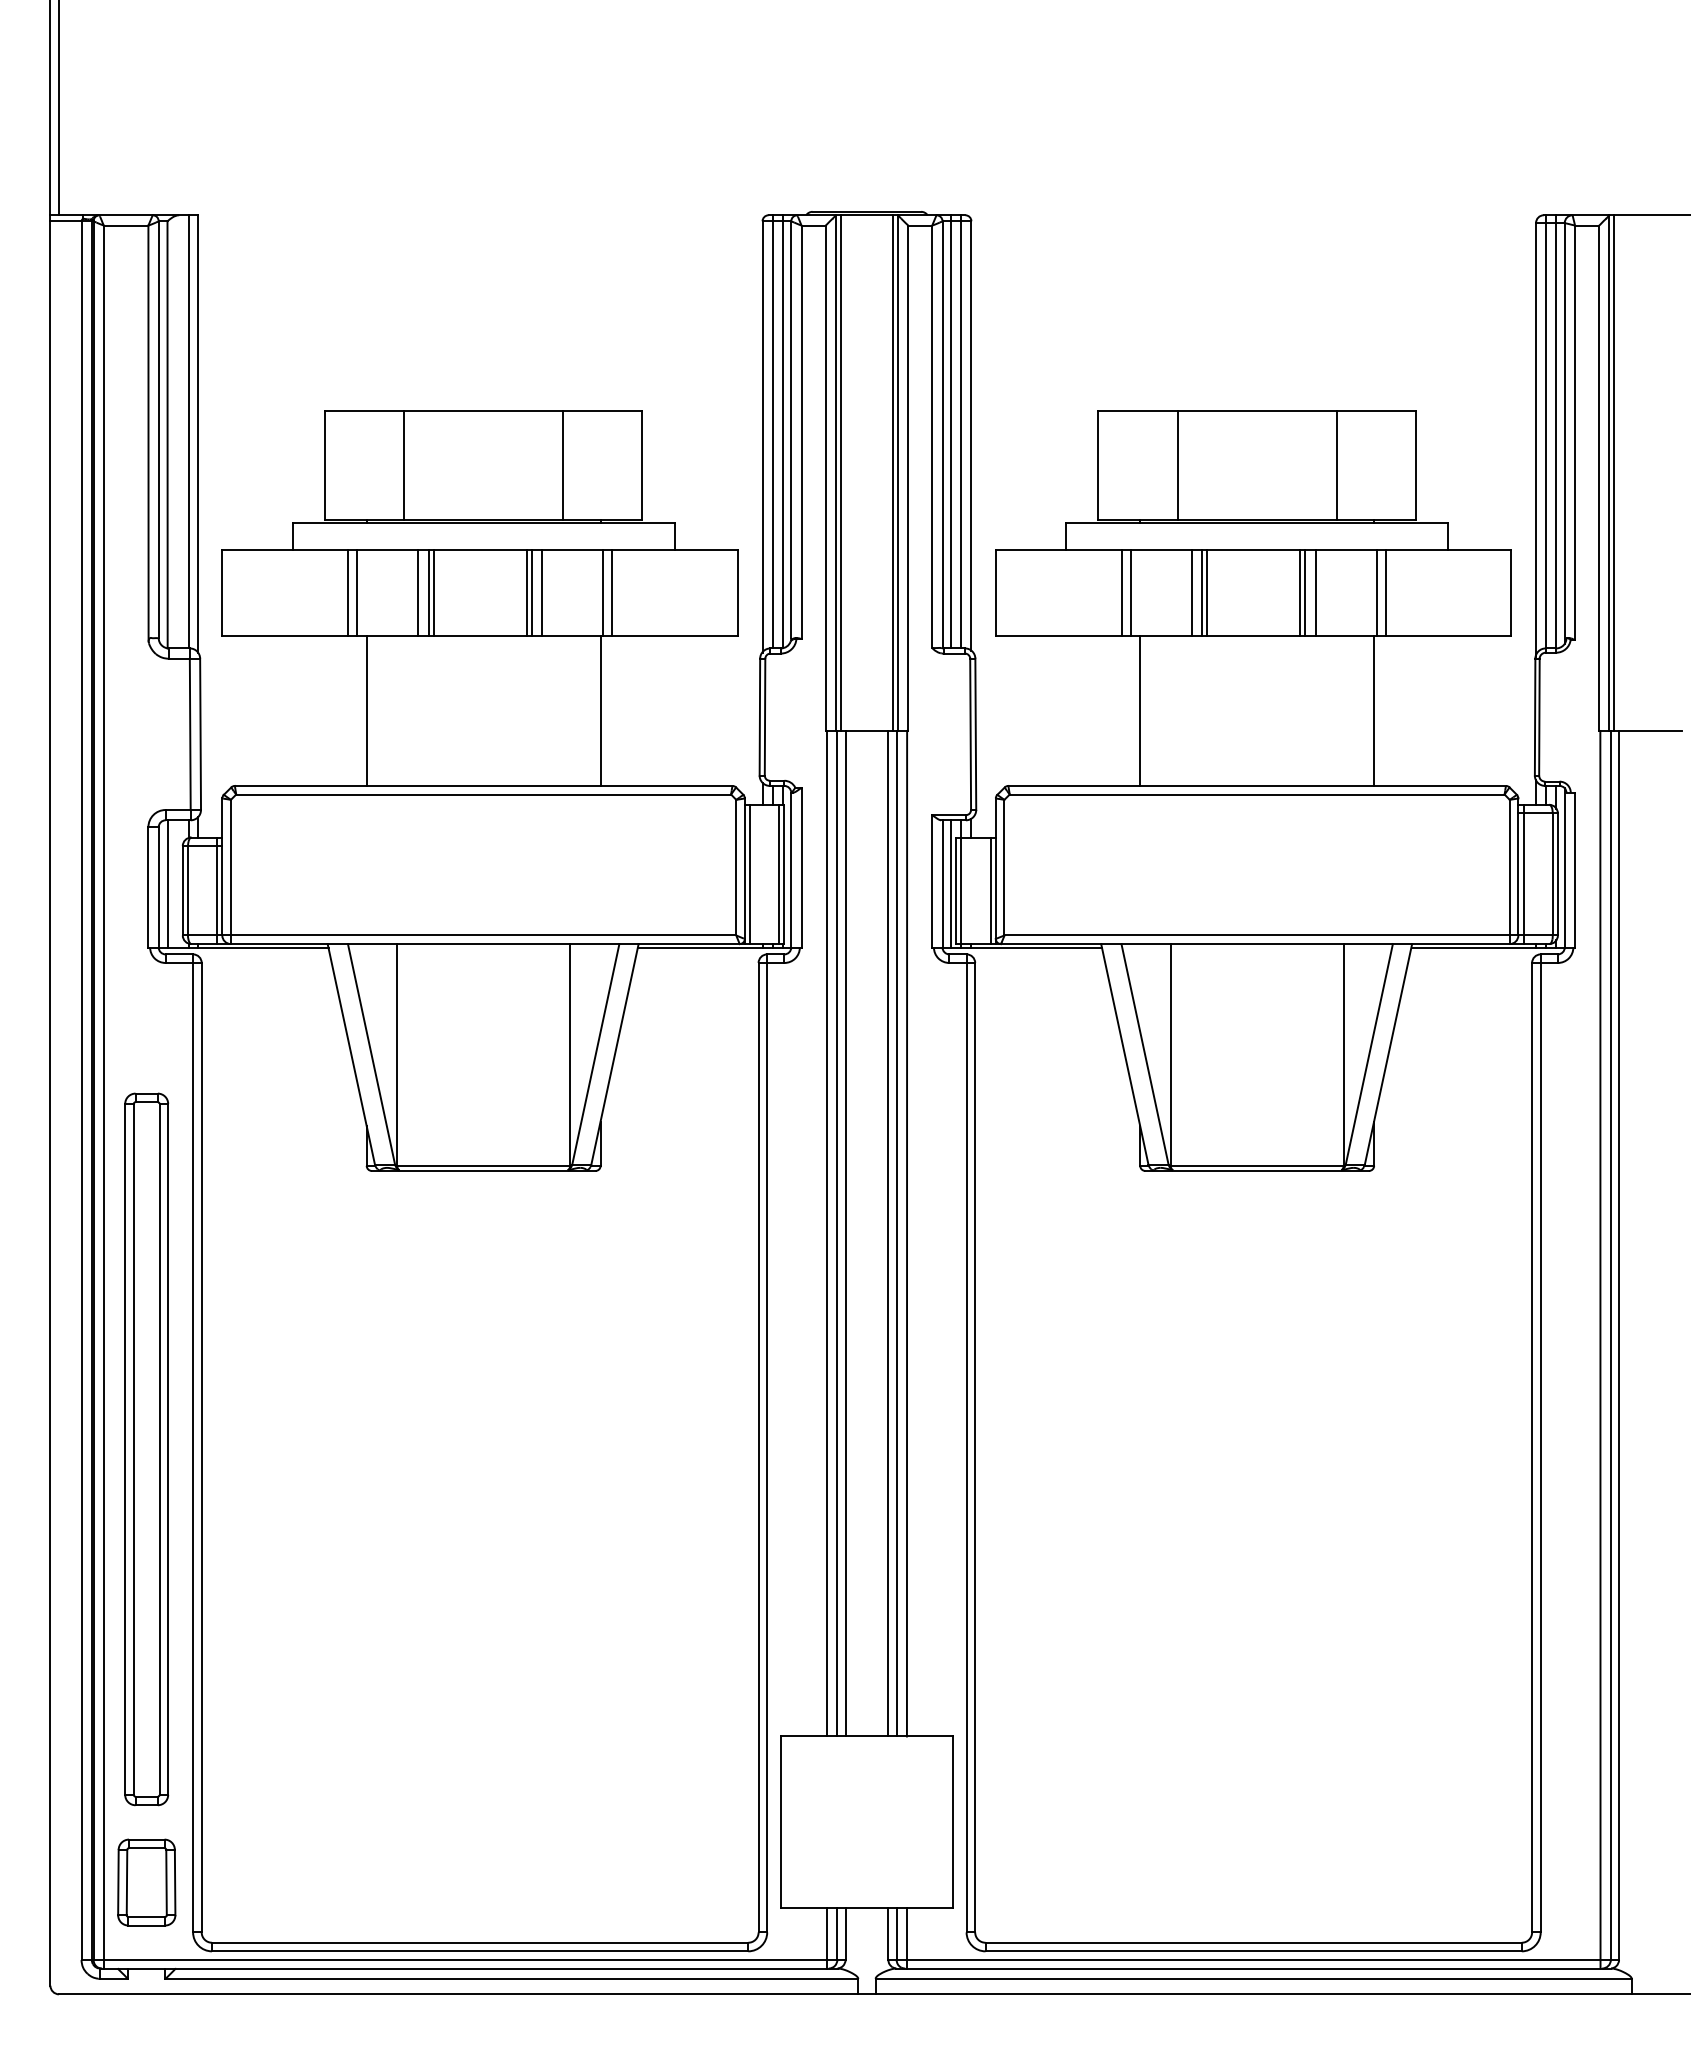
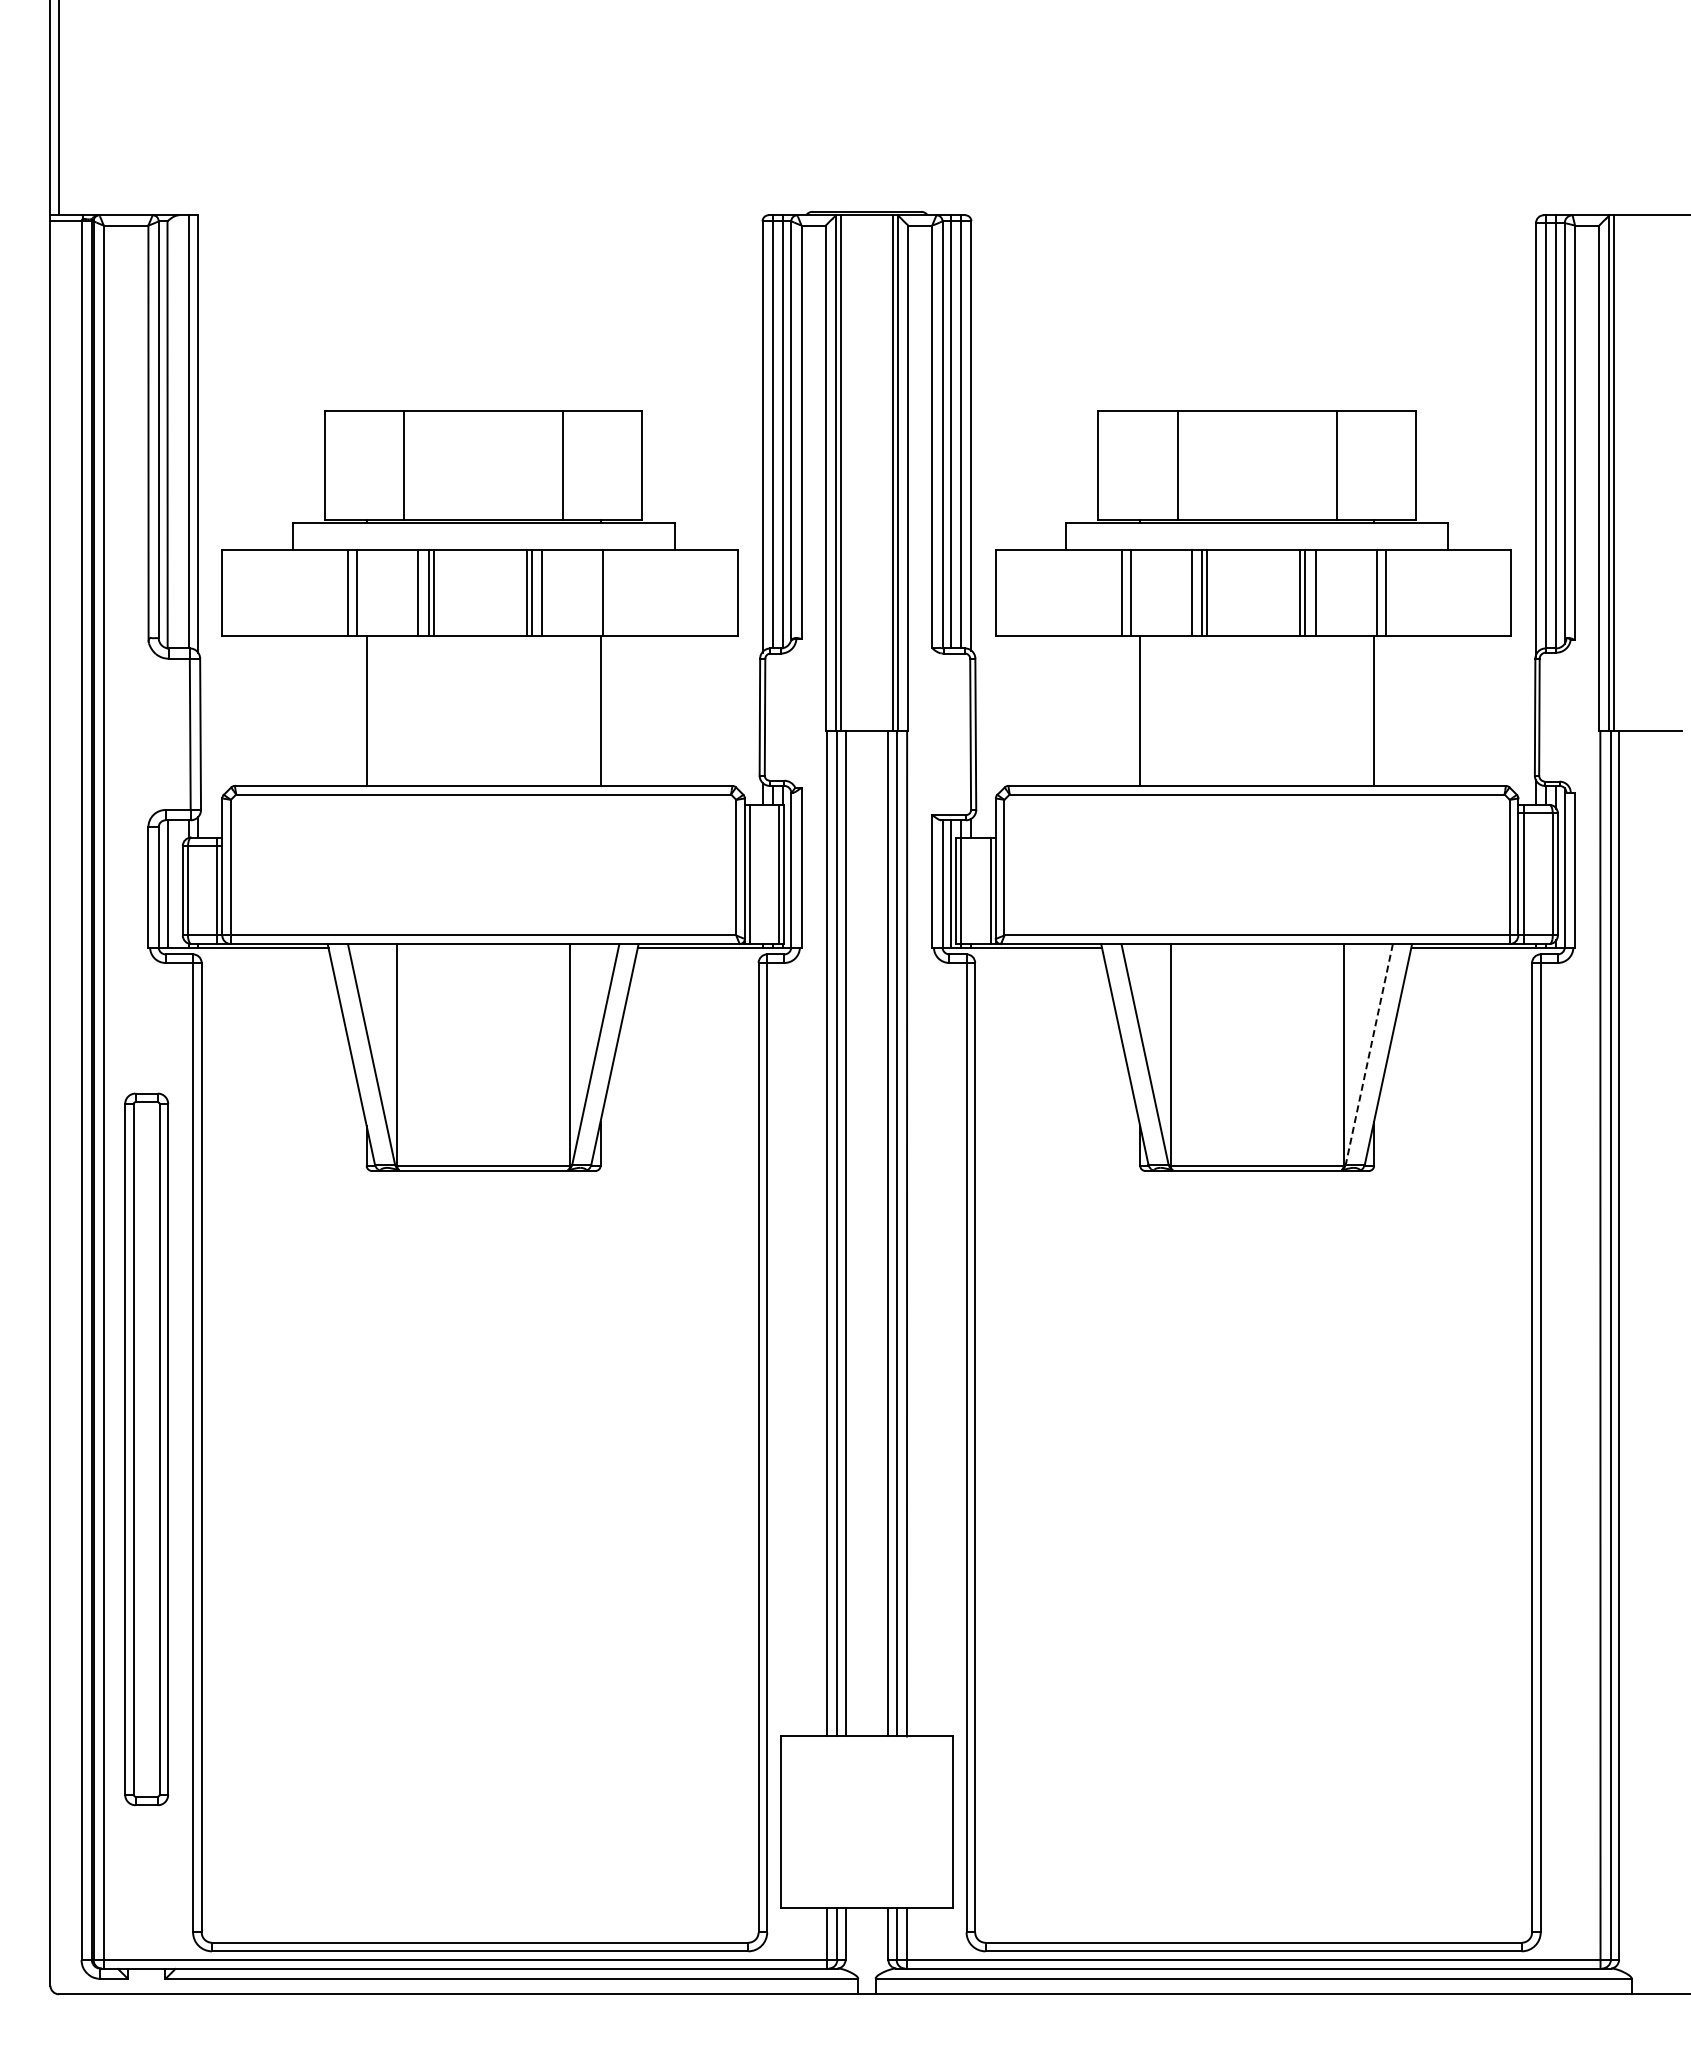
line at (612, 593): present -> none
line at (1369, 1054): solid -> dashed
part at (146, 1882): present -> none
